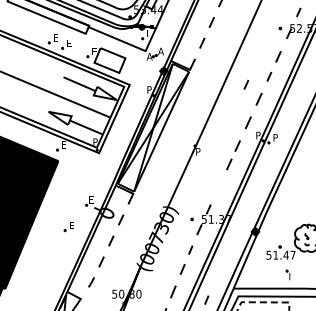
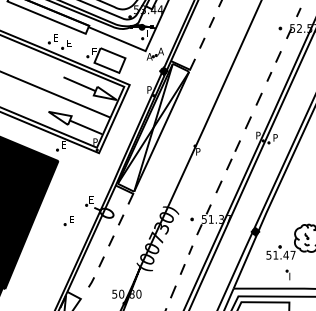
line at (246, 84): present -> none
line at (218, 186): none -> present
part at (68, 227) position: (68, 227) -> (68, 221)
line at (206, 299): present -> none
line at (264, 302): dashed -> solid
